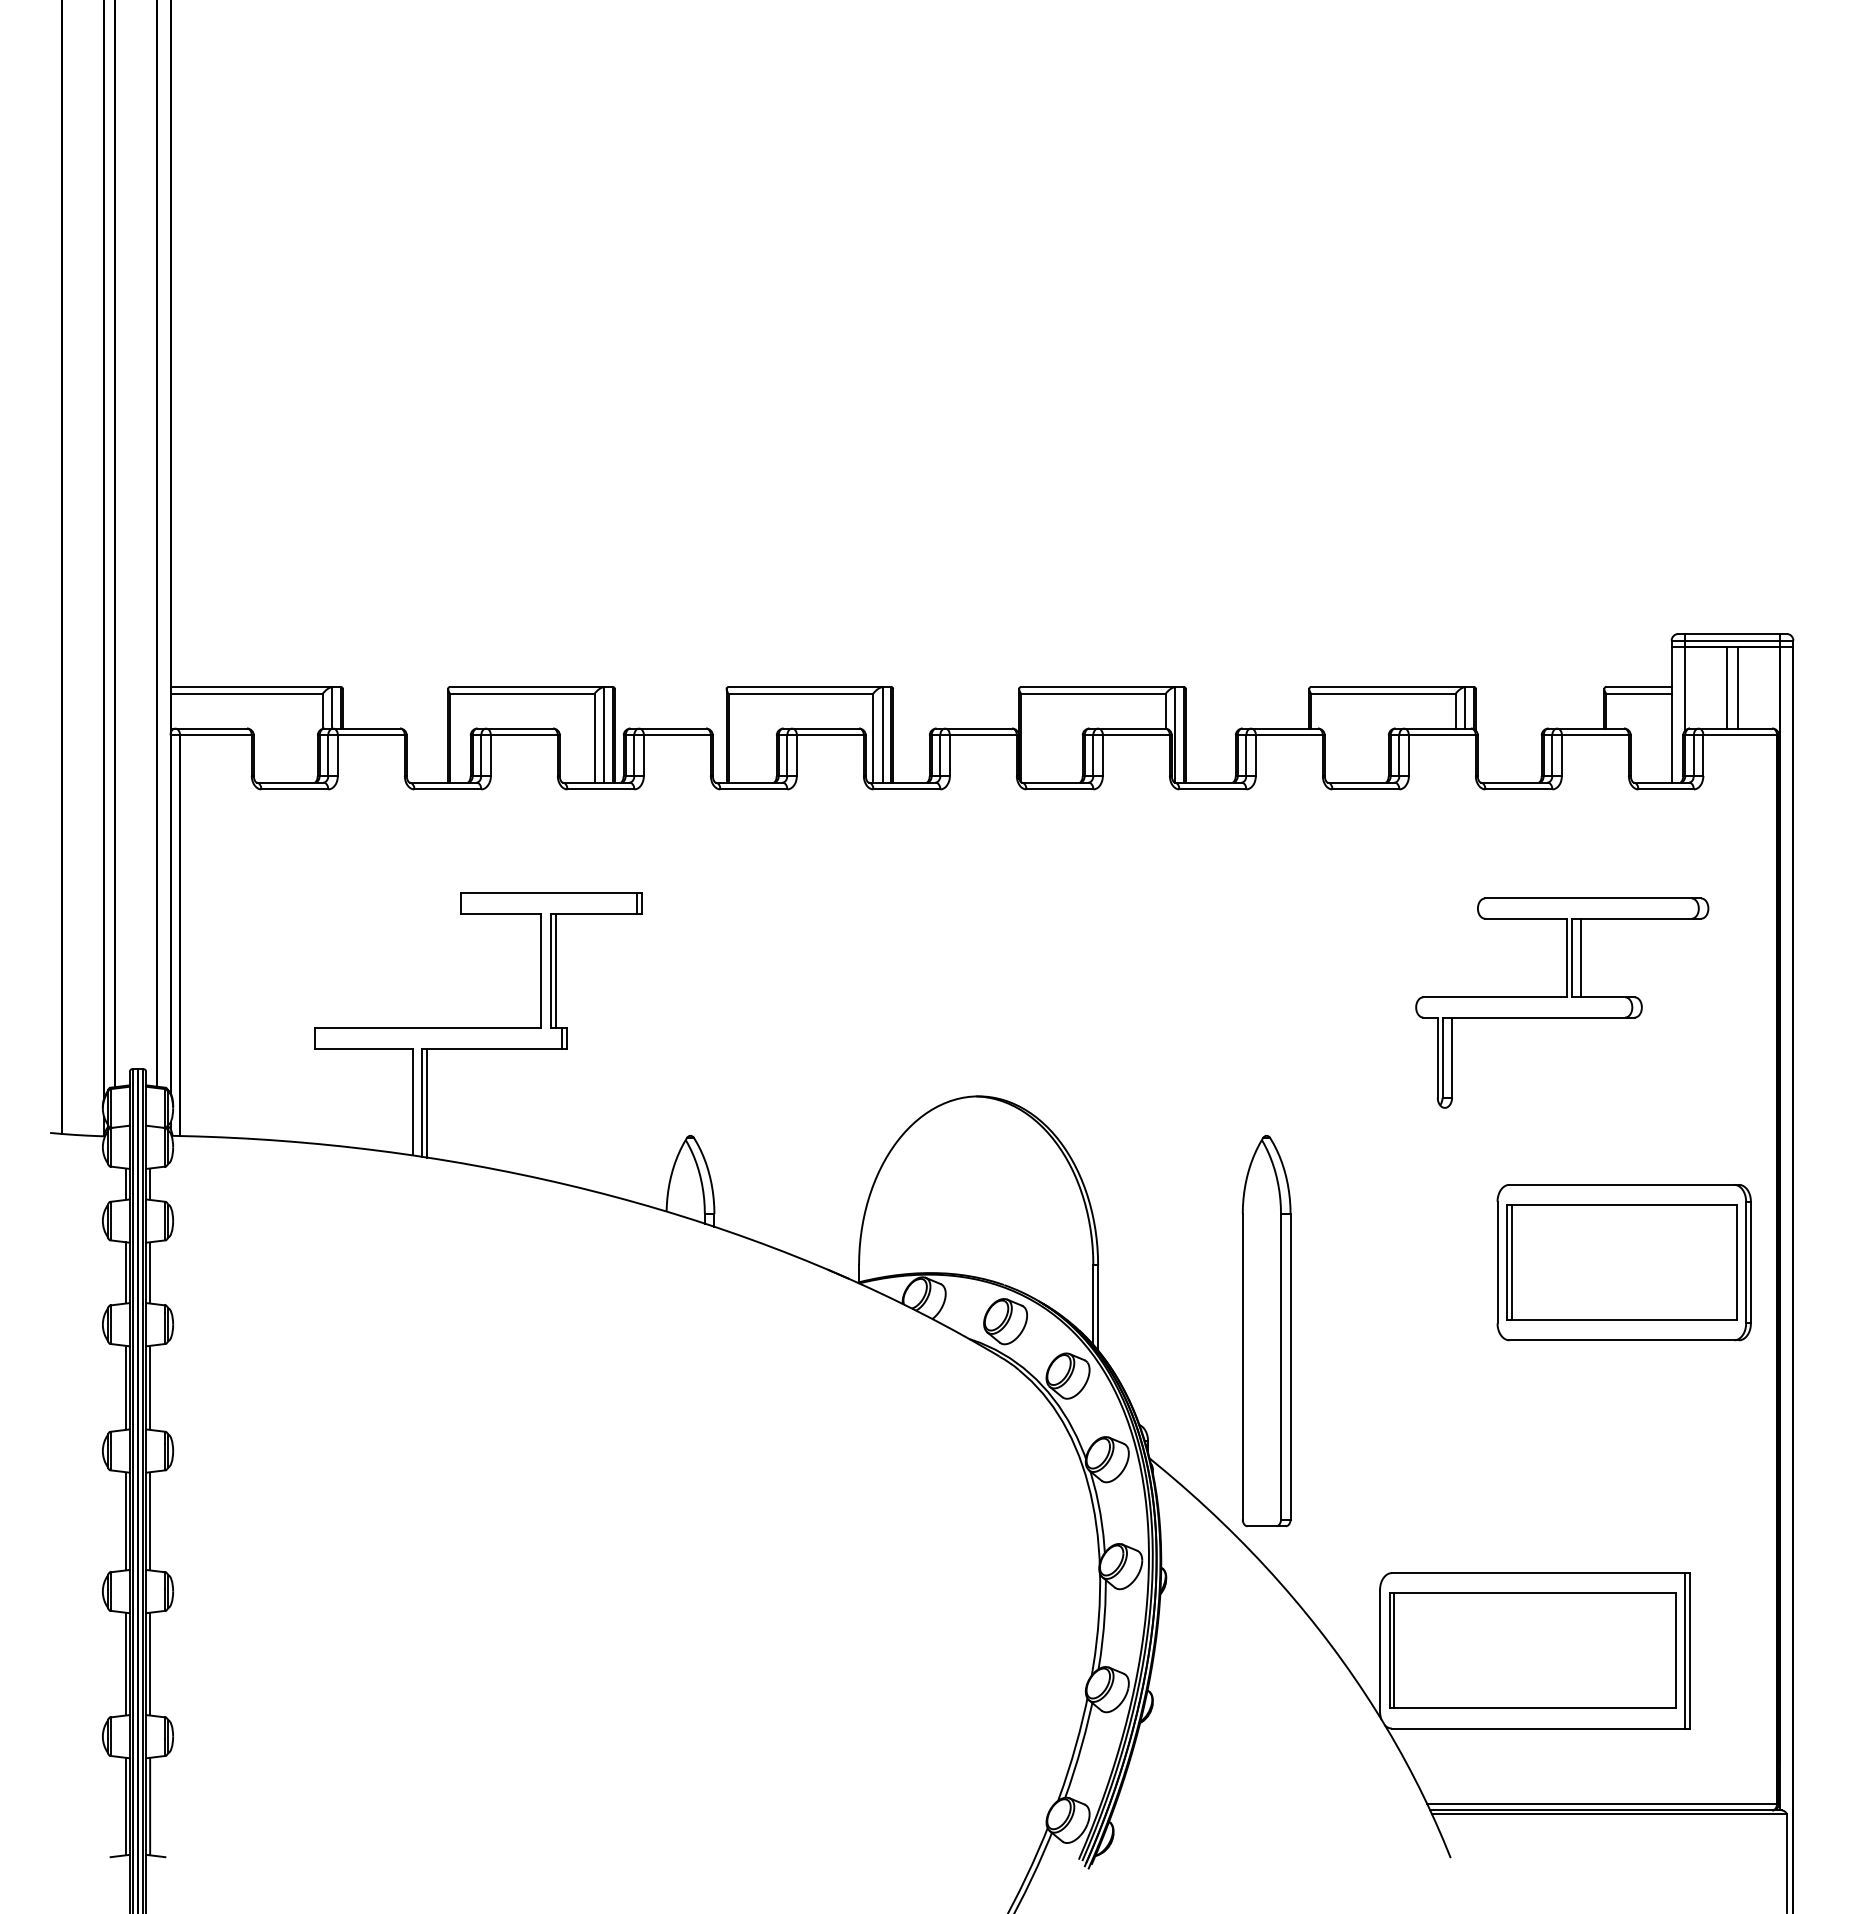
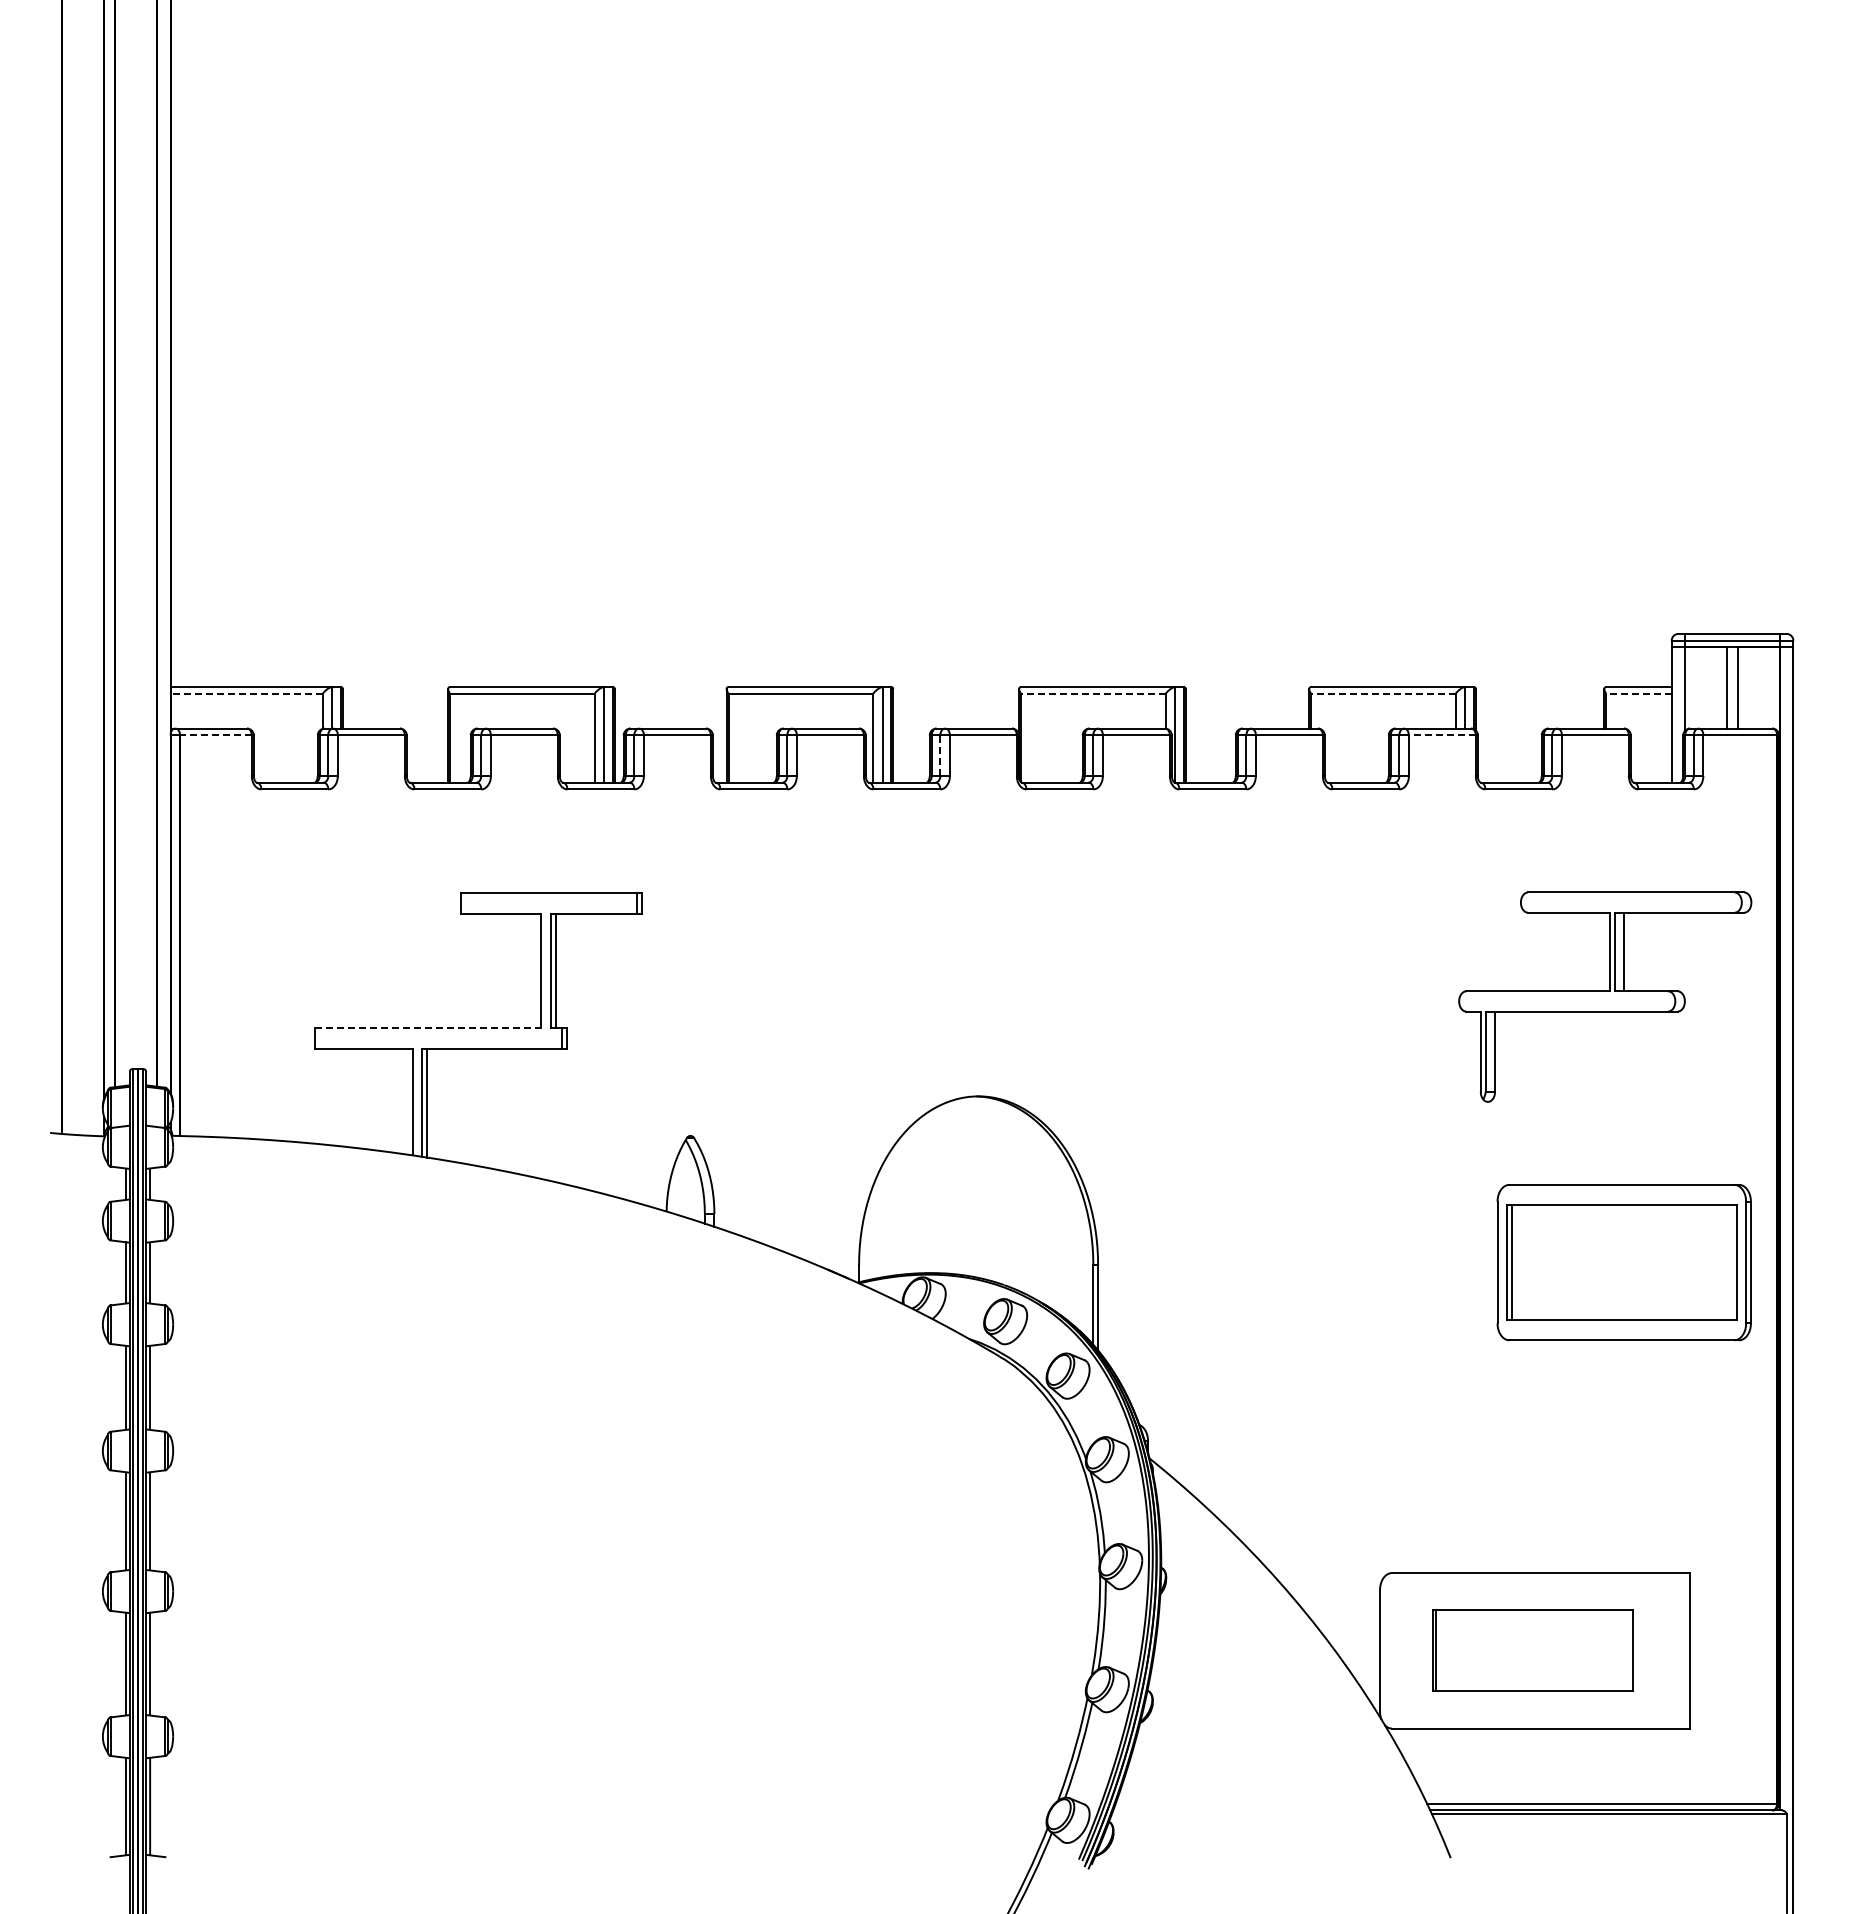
line at (246, 693): solid -> dashed
line at (1092, 693): solid -> dashed
line at (1382, 693): solid -> dashed
line at (1639, 693): solid -> dashed
line at (215, 735): solid -> dashed
line at (1441, 735): solid -> dashed
line at (940, 755): solid -> dashed
part at (1562, 1002) position: (1562, 1002) -> (1605, 996)
line at (428, 1028): solid -> dashed
part at (1266, 1331): present -> none
part at (1532, 1650) size: 288x117 px -> 202x83 px
line at (1685, 1650): present -> none
